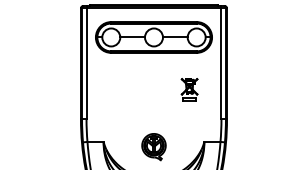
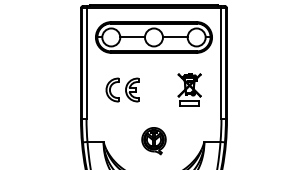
part at (122, 89): none -> present
part at (189, 89) size: 19x24 px -> 25x34 px
part at (153, 147) position: (153, 147) -> (153, 141)
